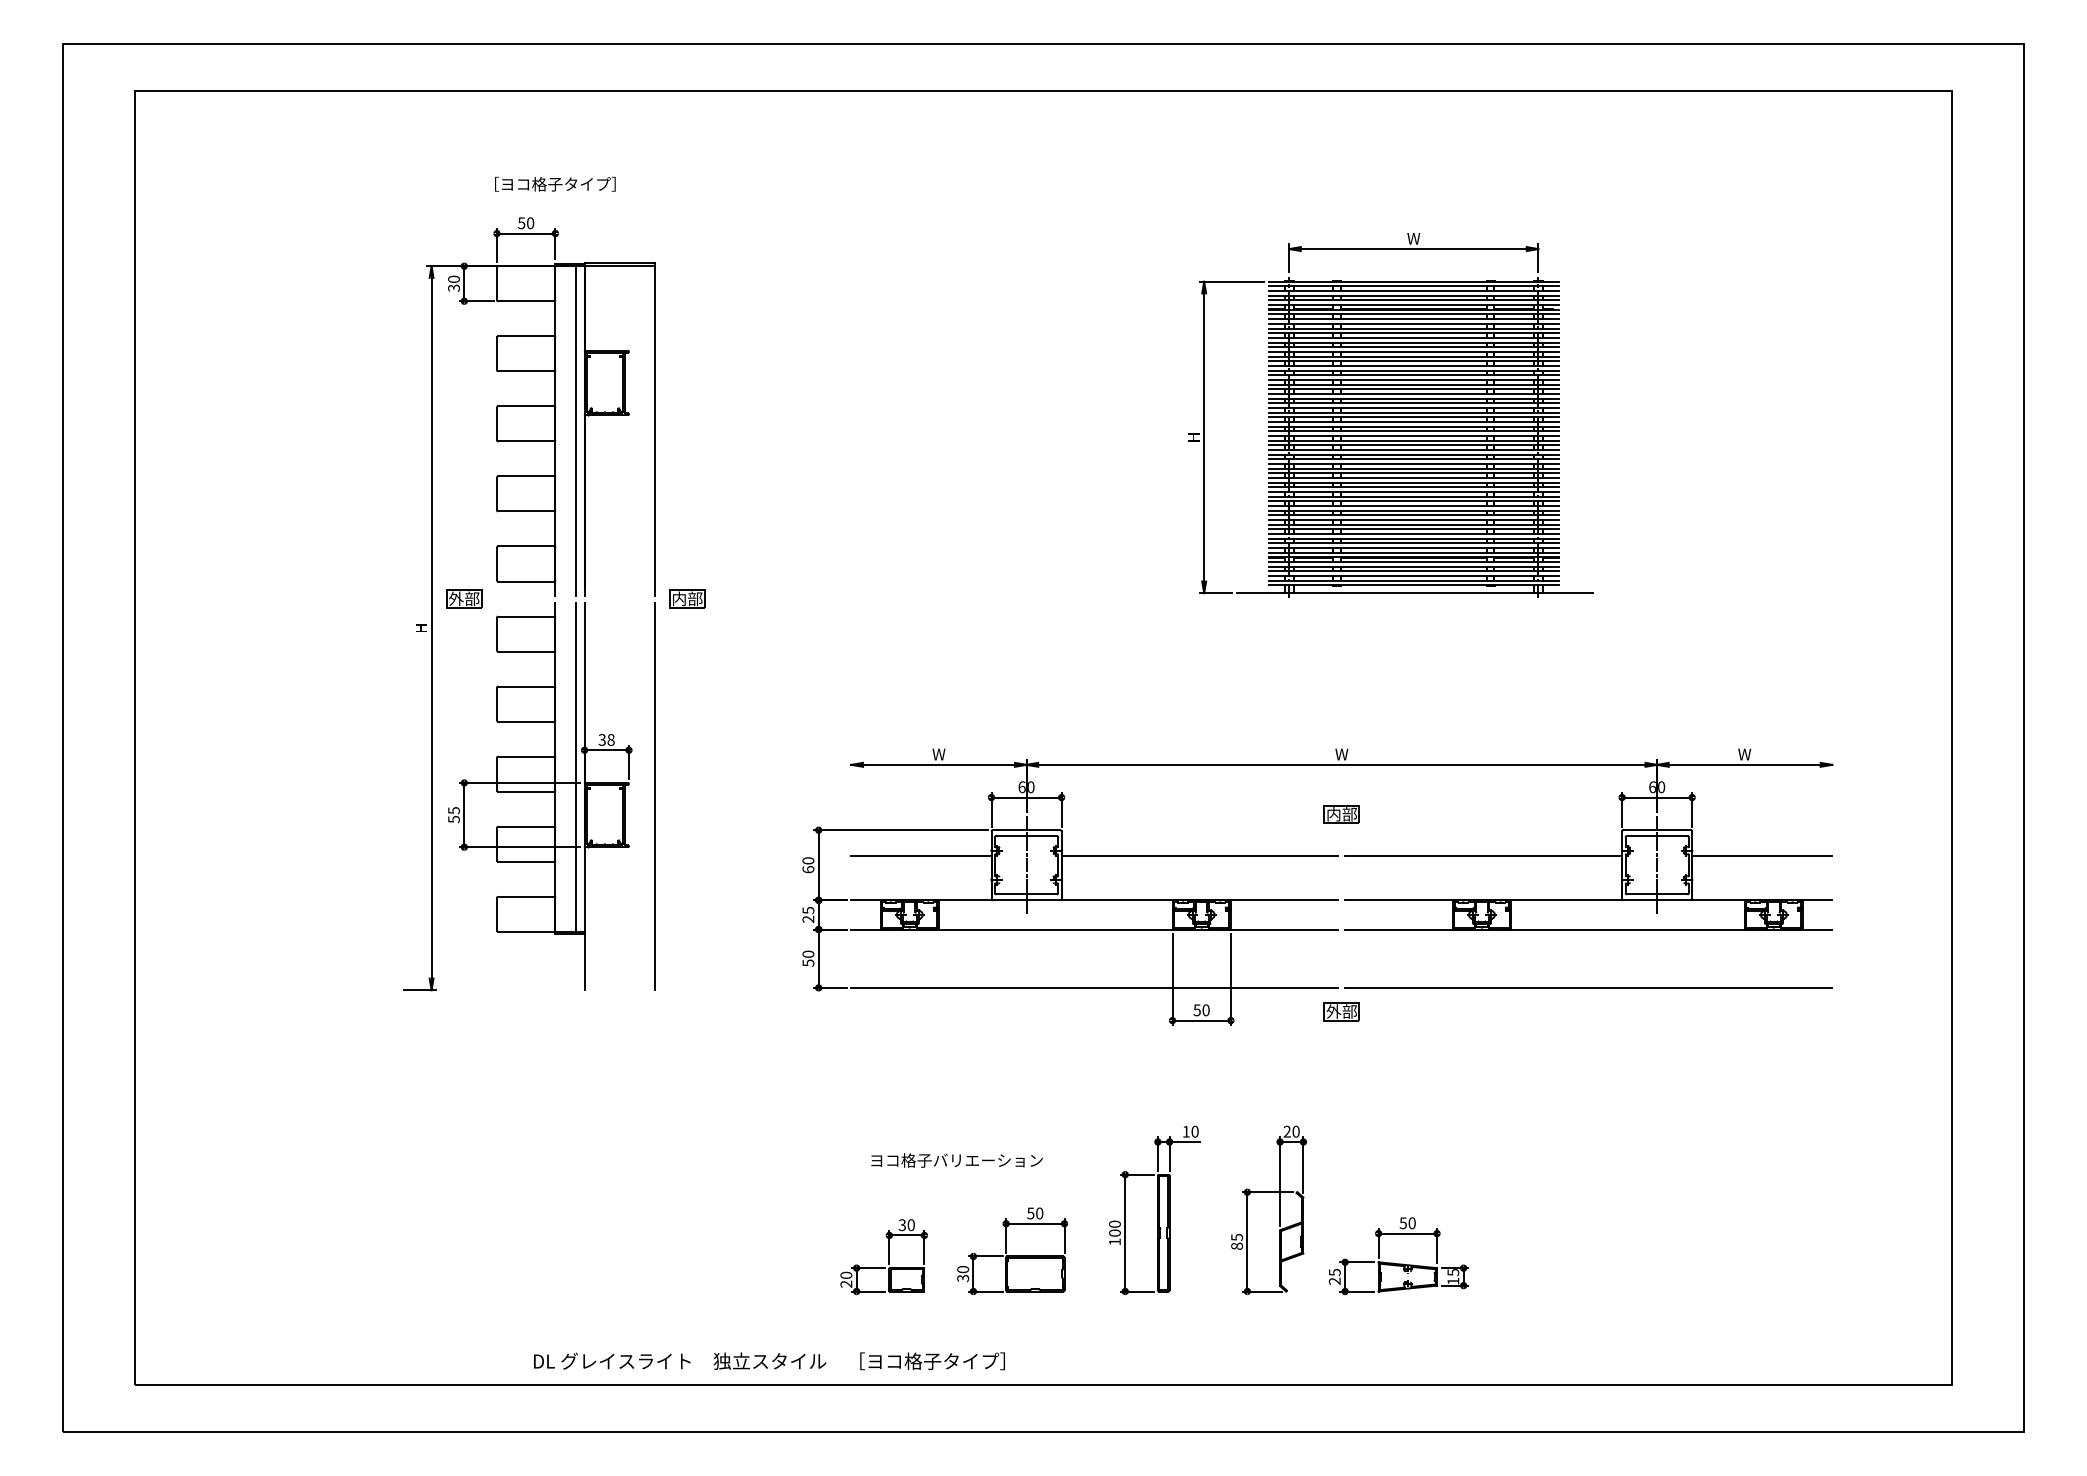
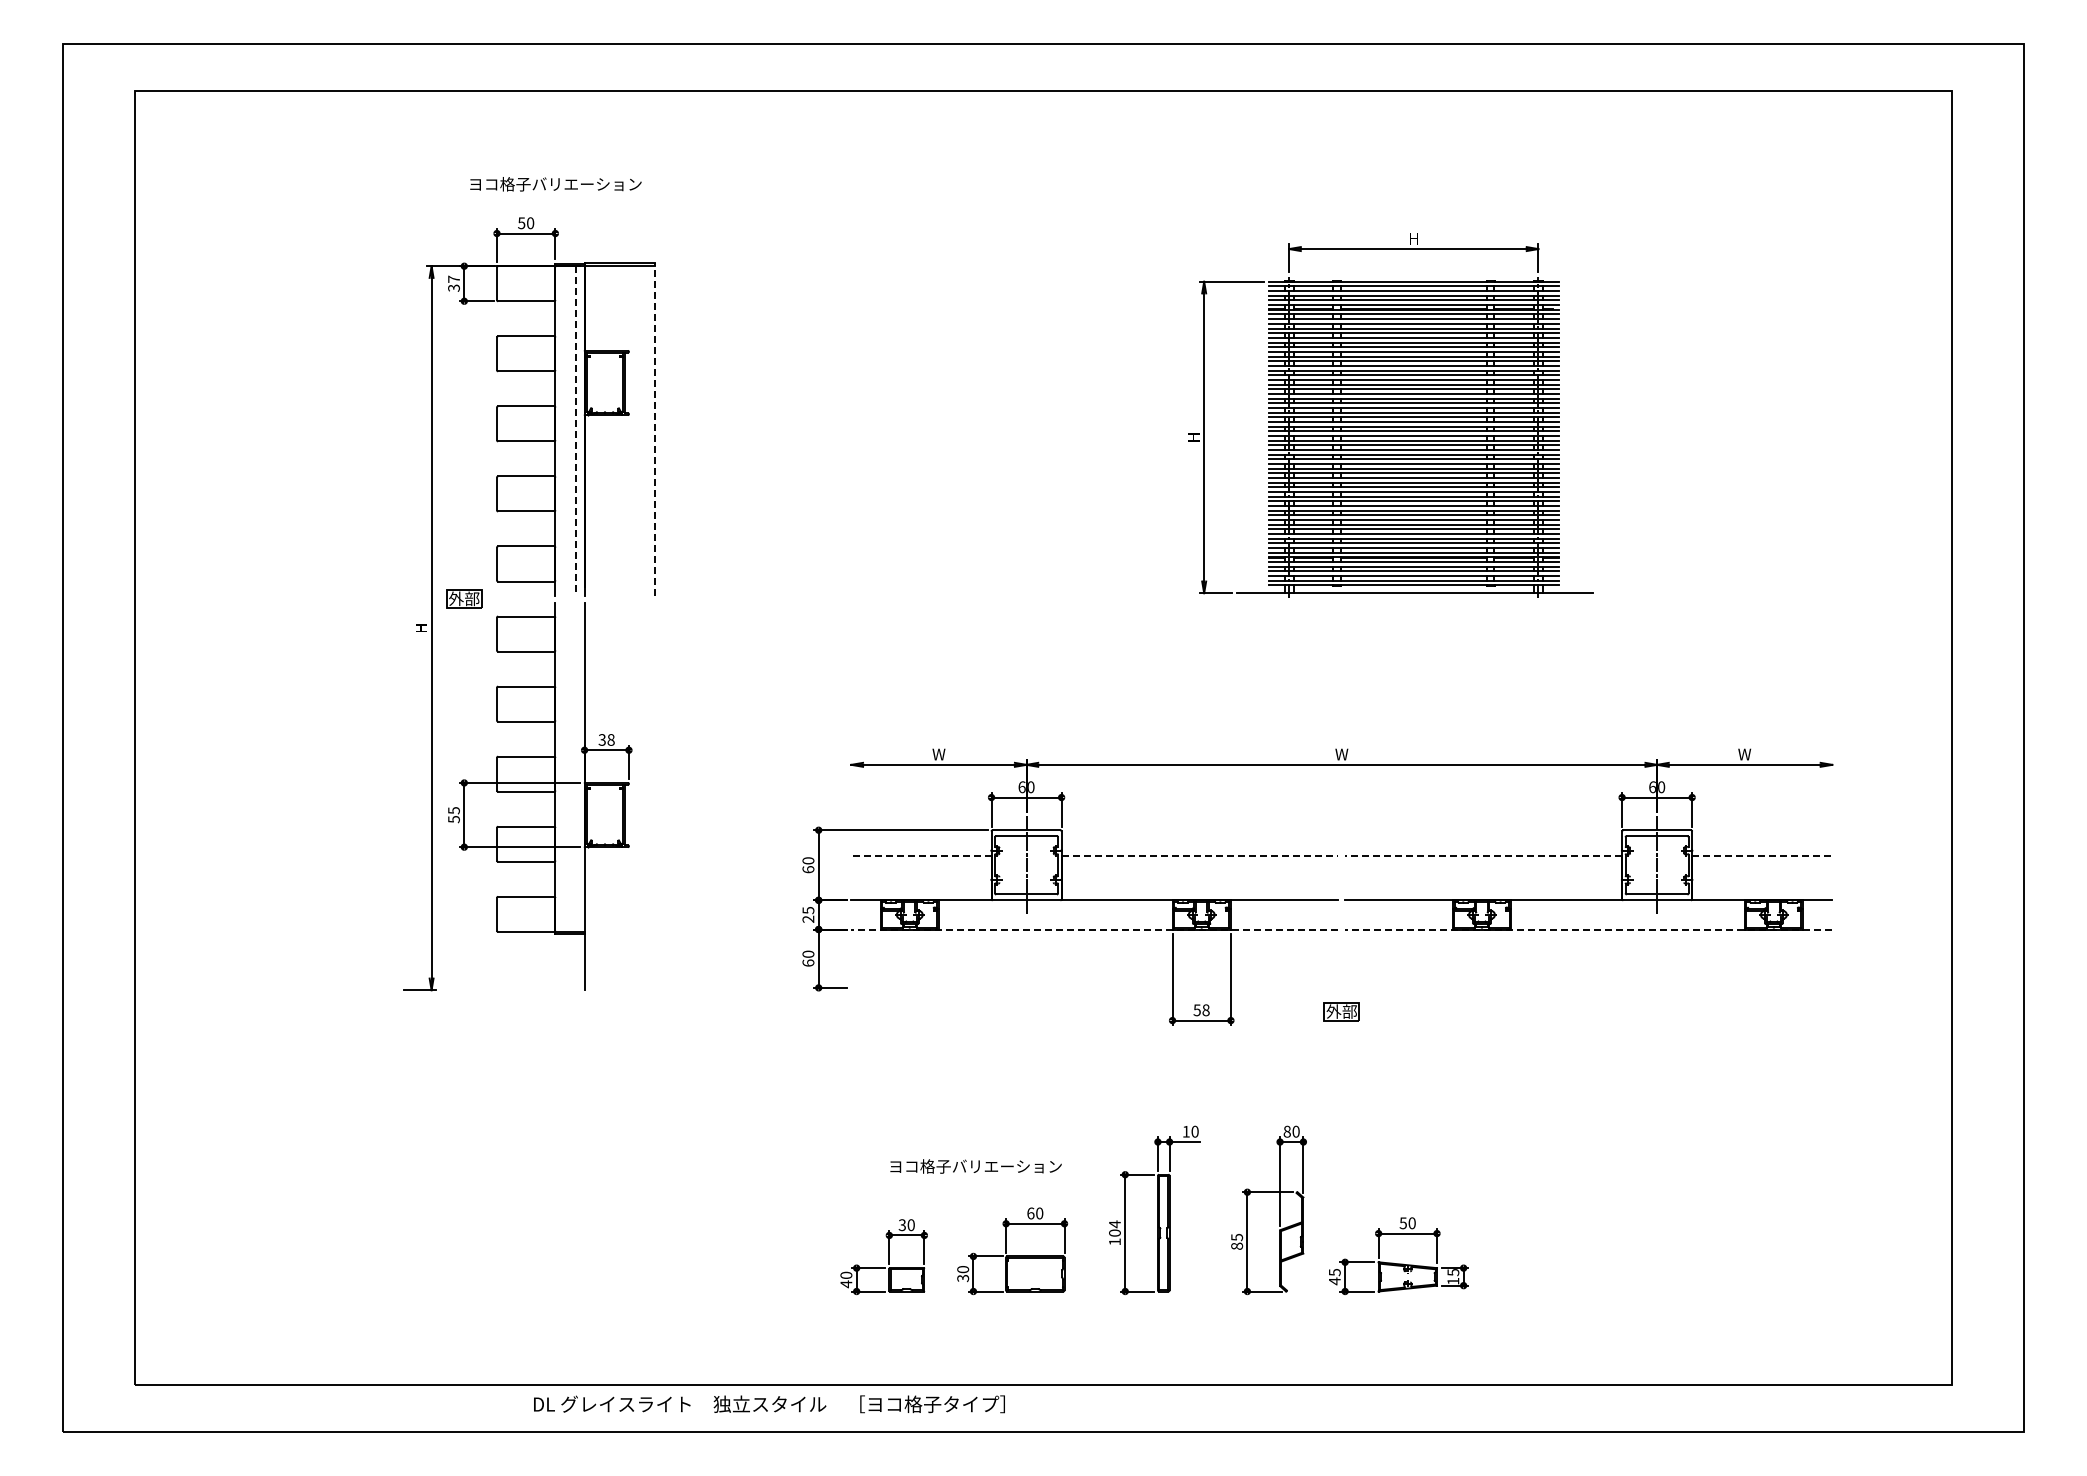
text at (555, 183): ［ヨコ格子タイプ］ -> ヨコ格子バリエーション
text at (1413, 238): W -> H
text at (453, 278): 30 -> 37
line at (654, 428): solid -> dashed
line at (575, 430): solid -> dashed
part at (687, 598): present -> none
line at (575, 766): present -> none
line at (654, 796): present -> none
part at (1341, 814): present -> none
line at (920, 855): solid -> dashed
line at (1200, 855): solid -> dashed
line at (1483, 855): solid -> dashed
line at (1762, 855): solid -> dashed
line at (1094, 929): solid -> dashed
line at (1588, 929): solid -> dashed
text at (808, 962): 50 -> 60
line at (1094, 987): present -> none
line at (1588, 987): present -> none
text at (1205, 1010): 50 -> 58
text at (1286, 1131): 20 -> 80
text at (956, 1160) position: (956, 1160) -> (975, 1166)
text at (1030, 1213): 50 -> 60
text at (1114, 1224): 100 -> 104
text at (1334, 1281): 25 -> 45
text at (846, 1284): 20 -> 40
text at (769, 1361) position: (769, 1361) -> (769, 1404)
